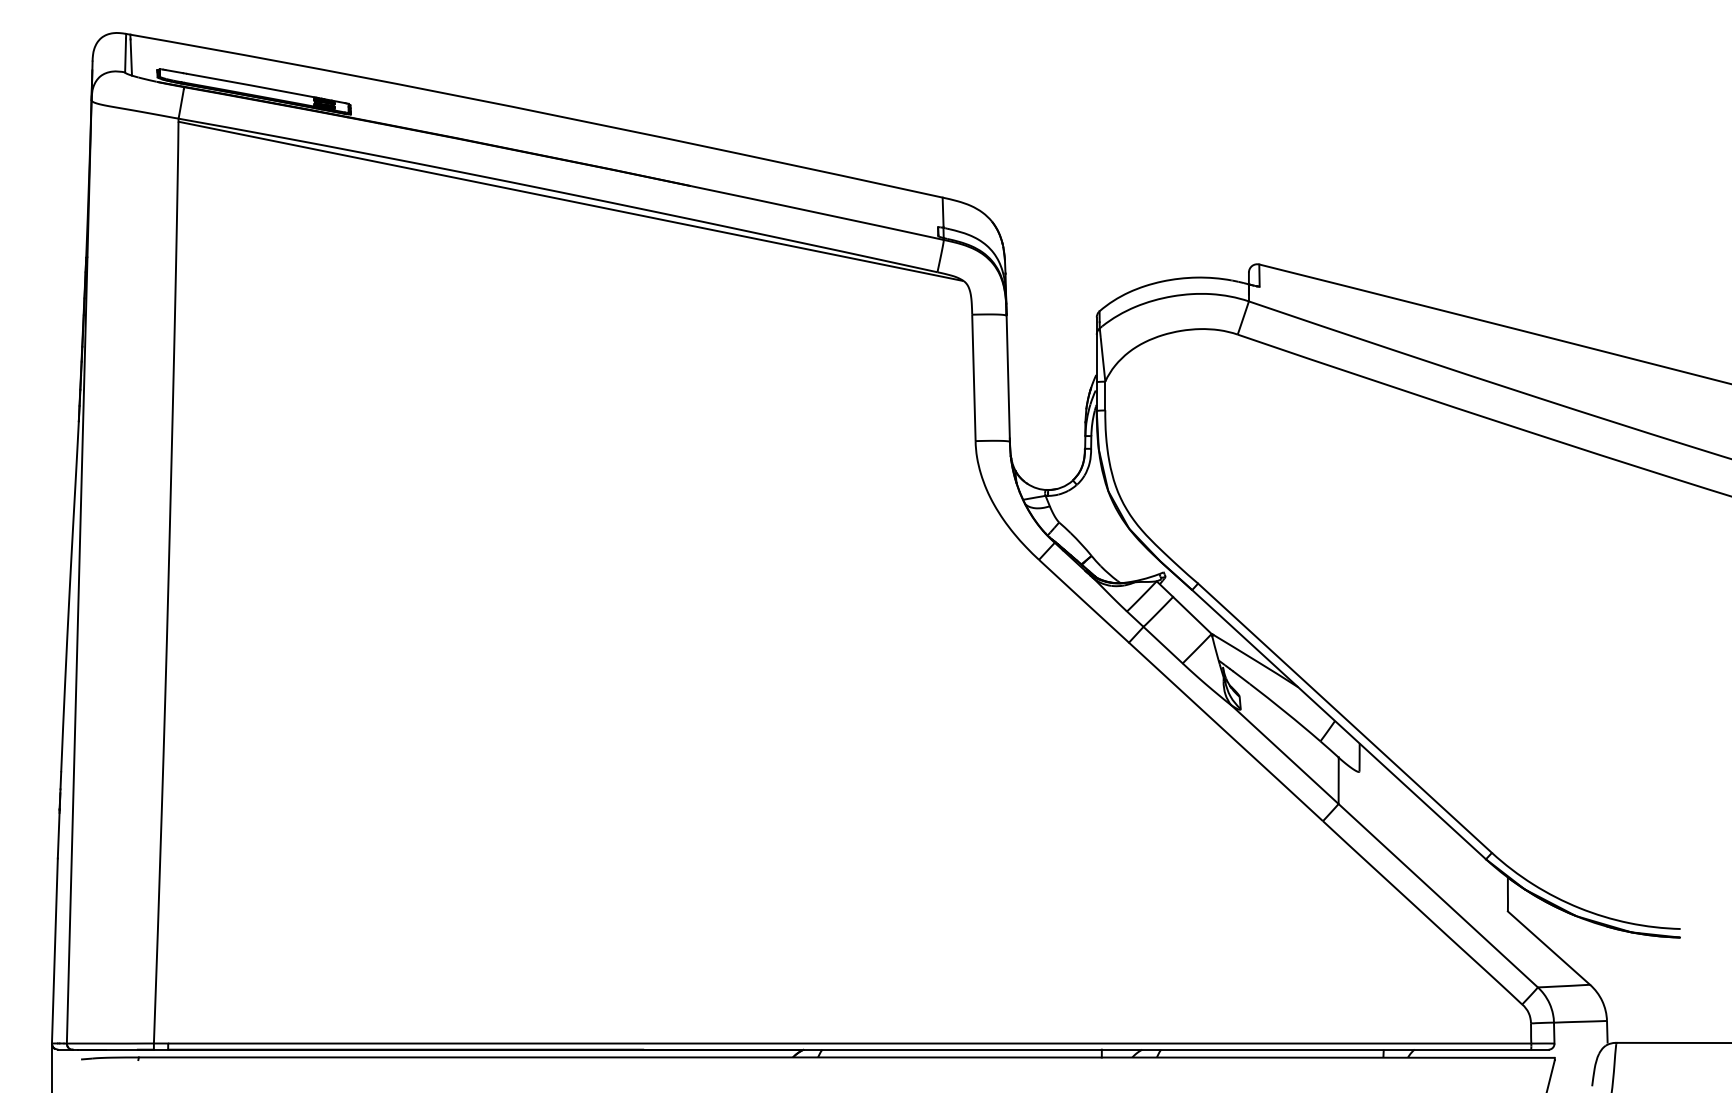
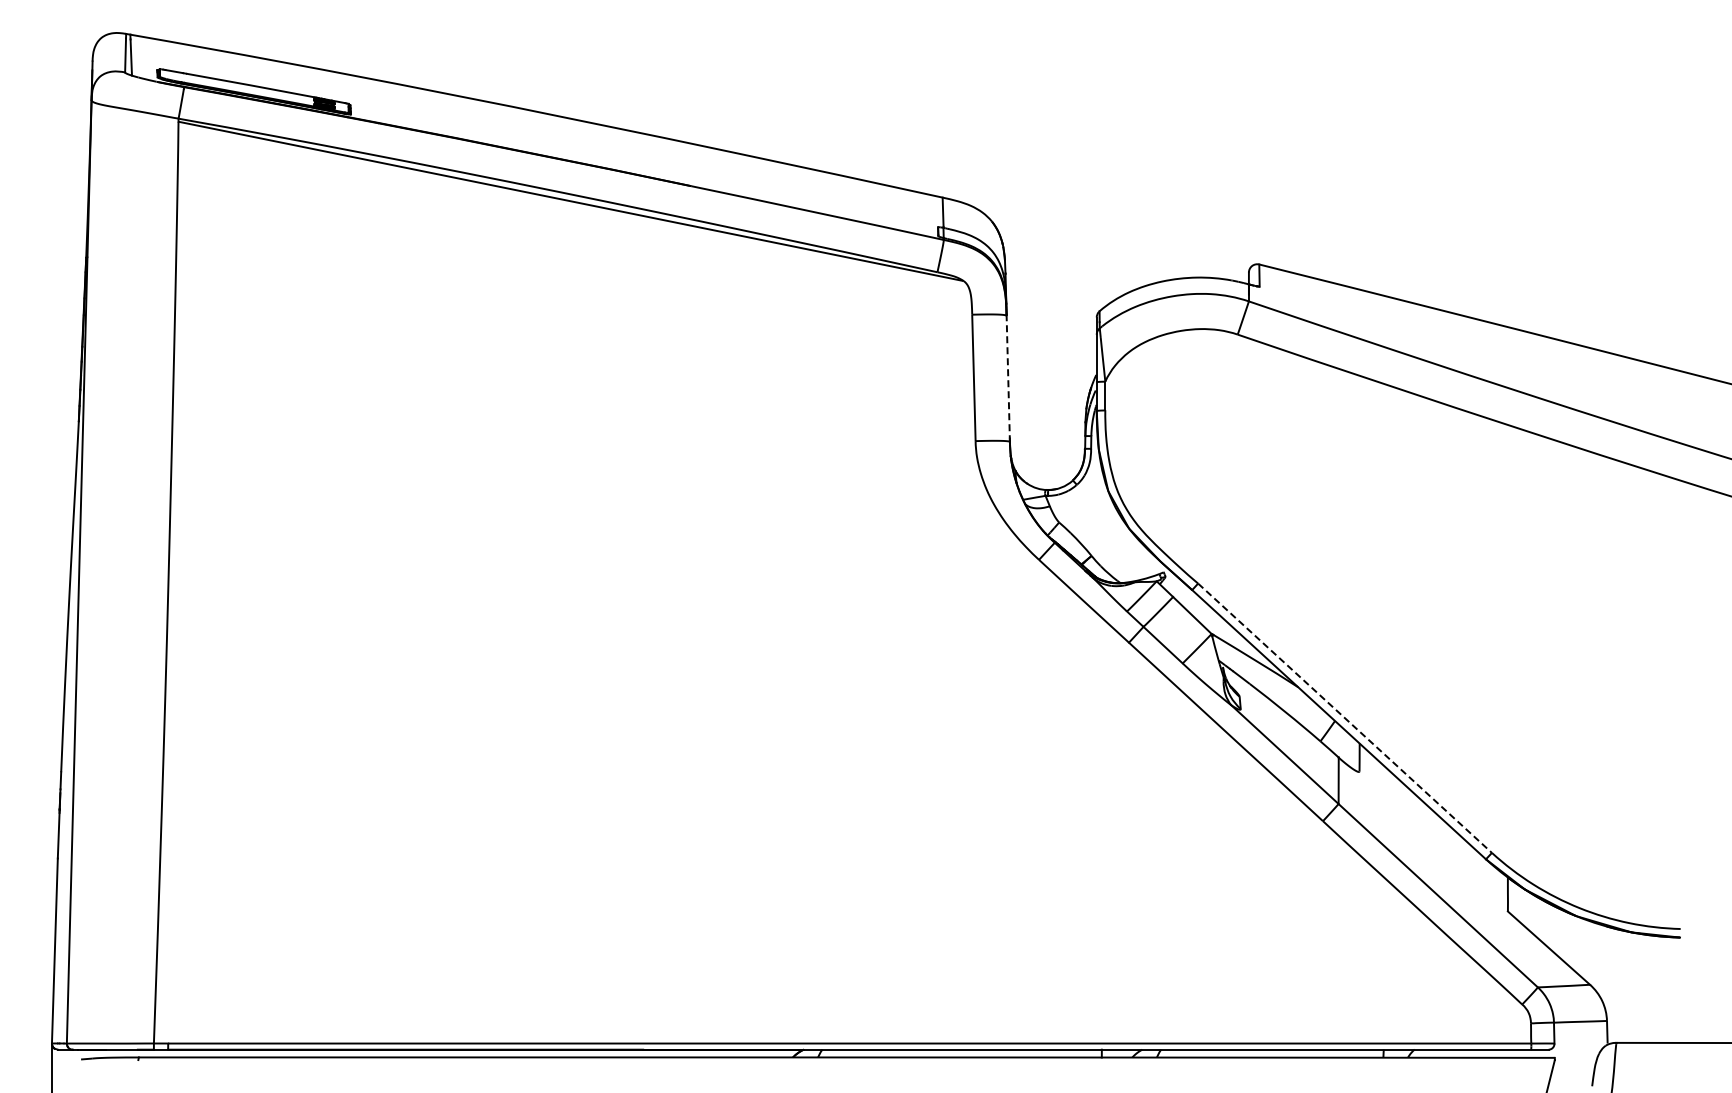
line at (1008, 378): solid -> dashed
line at (1345, 718): solid -> dashed
